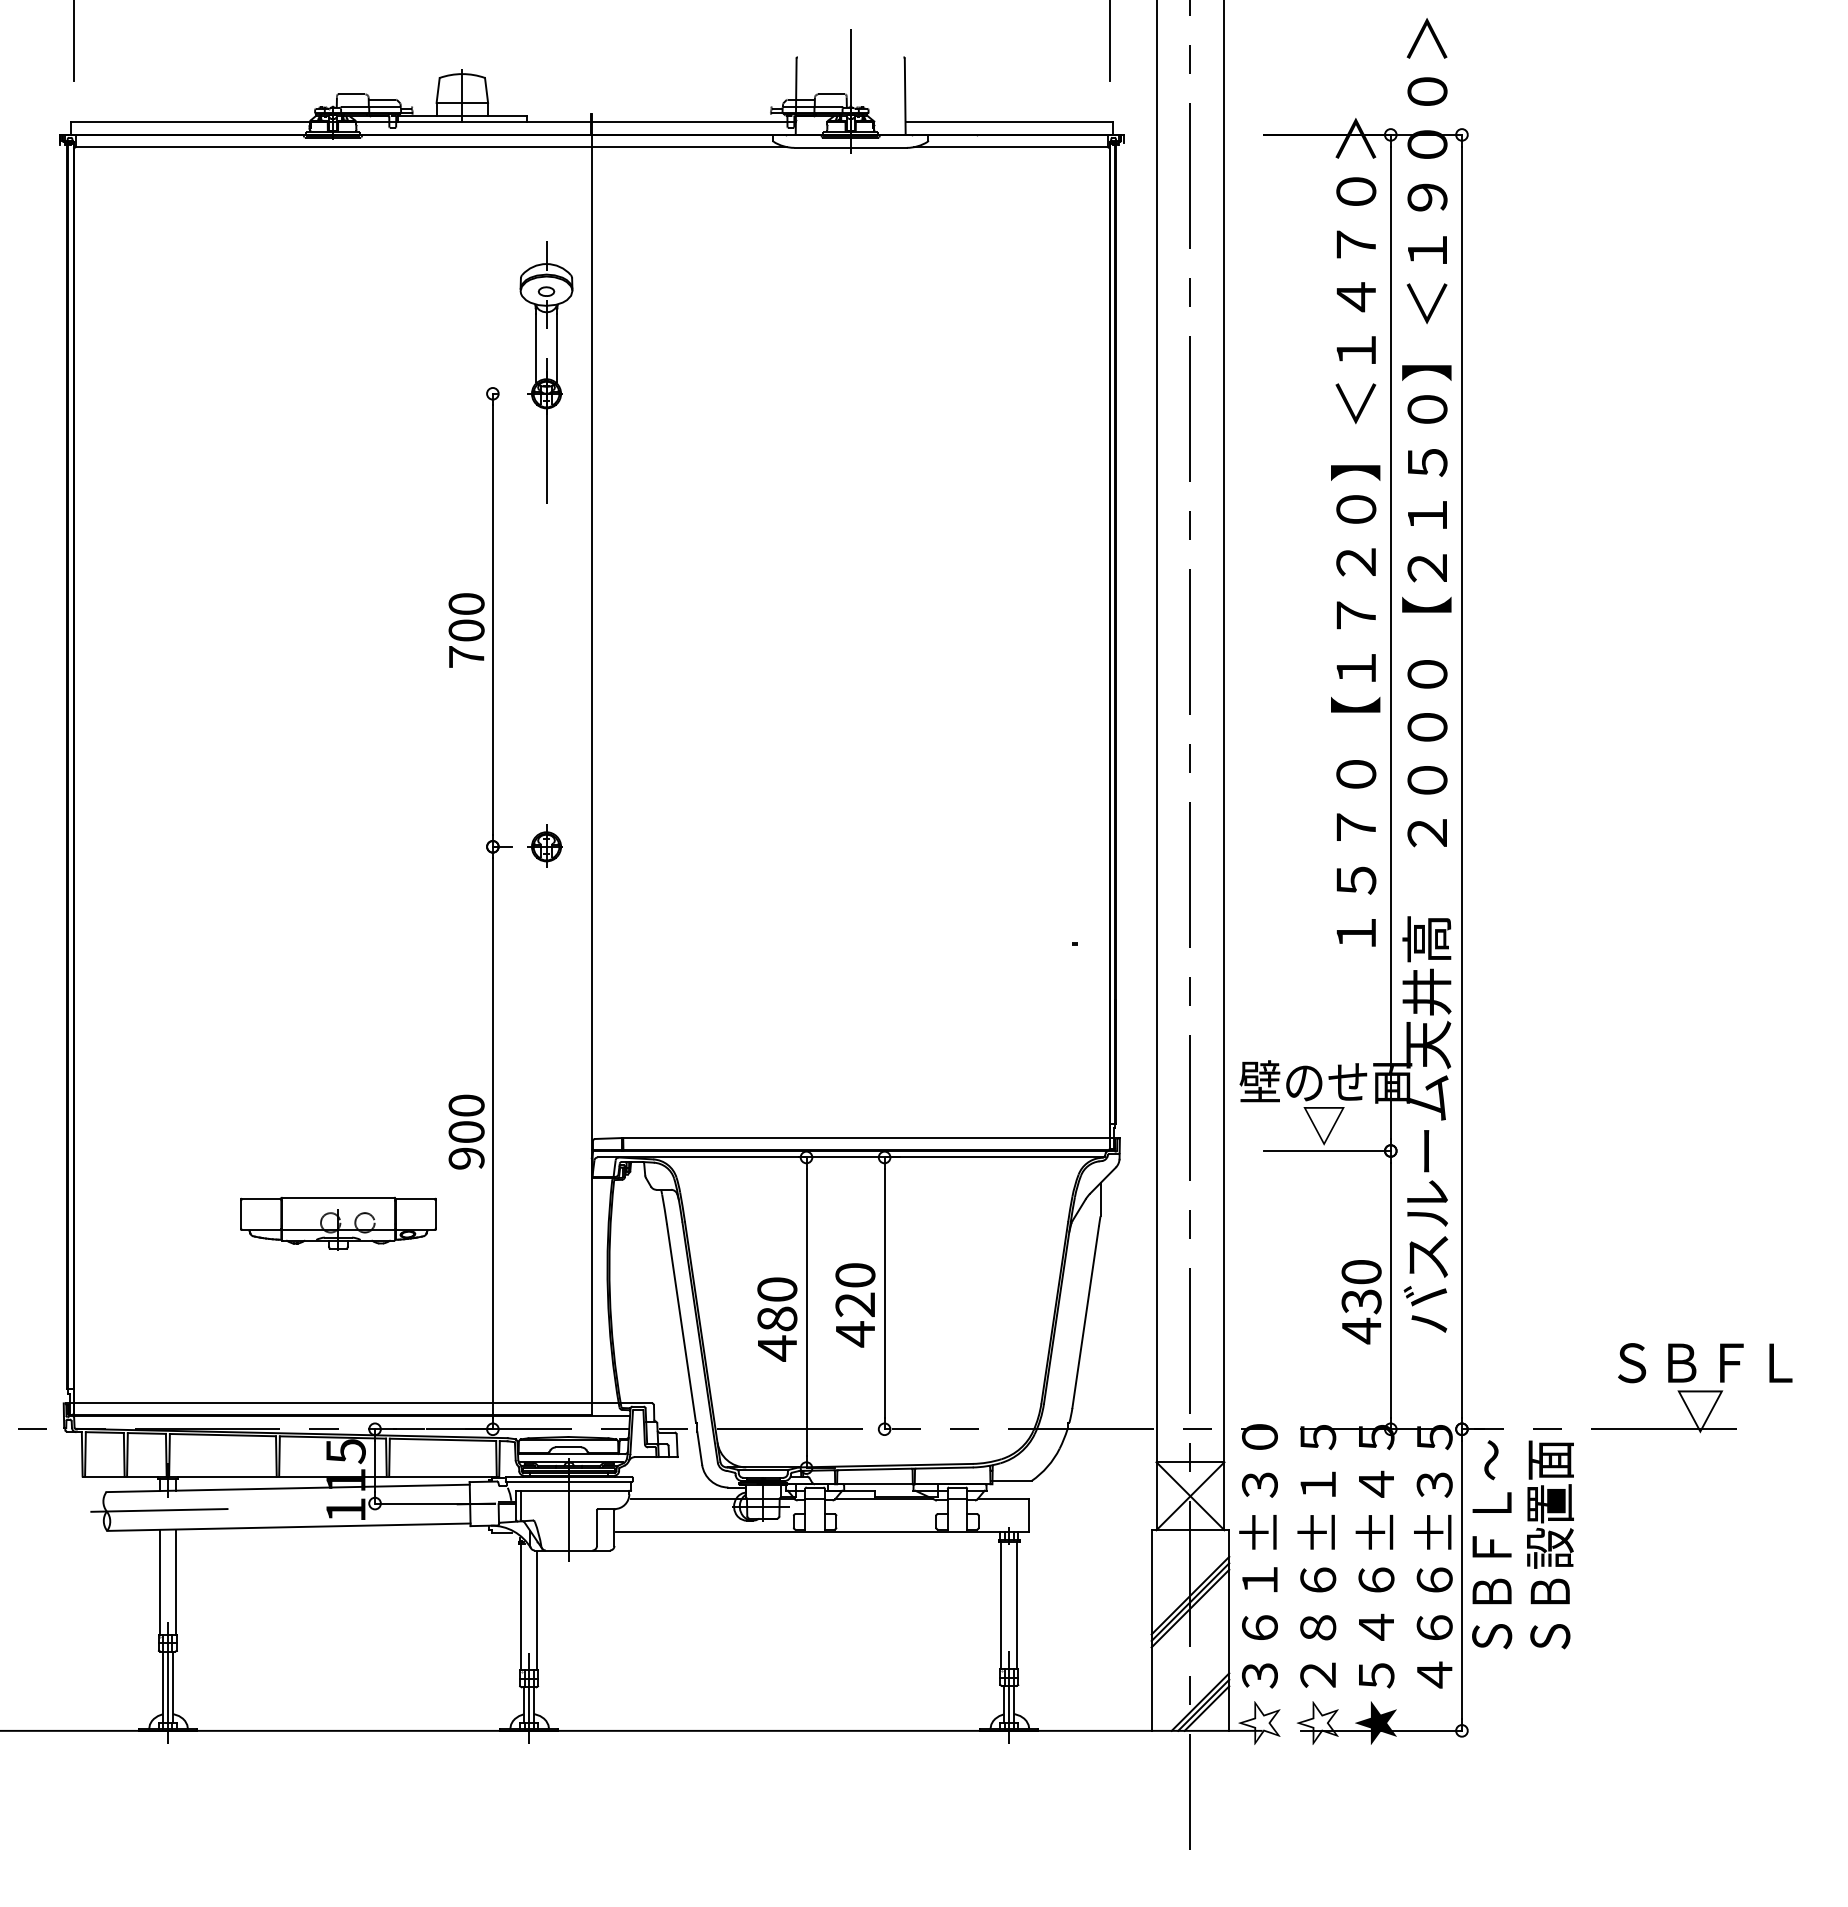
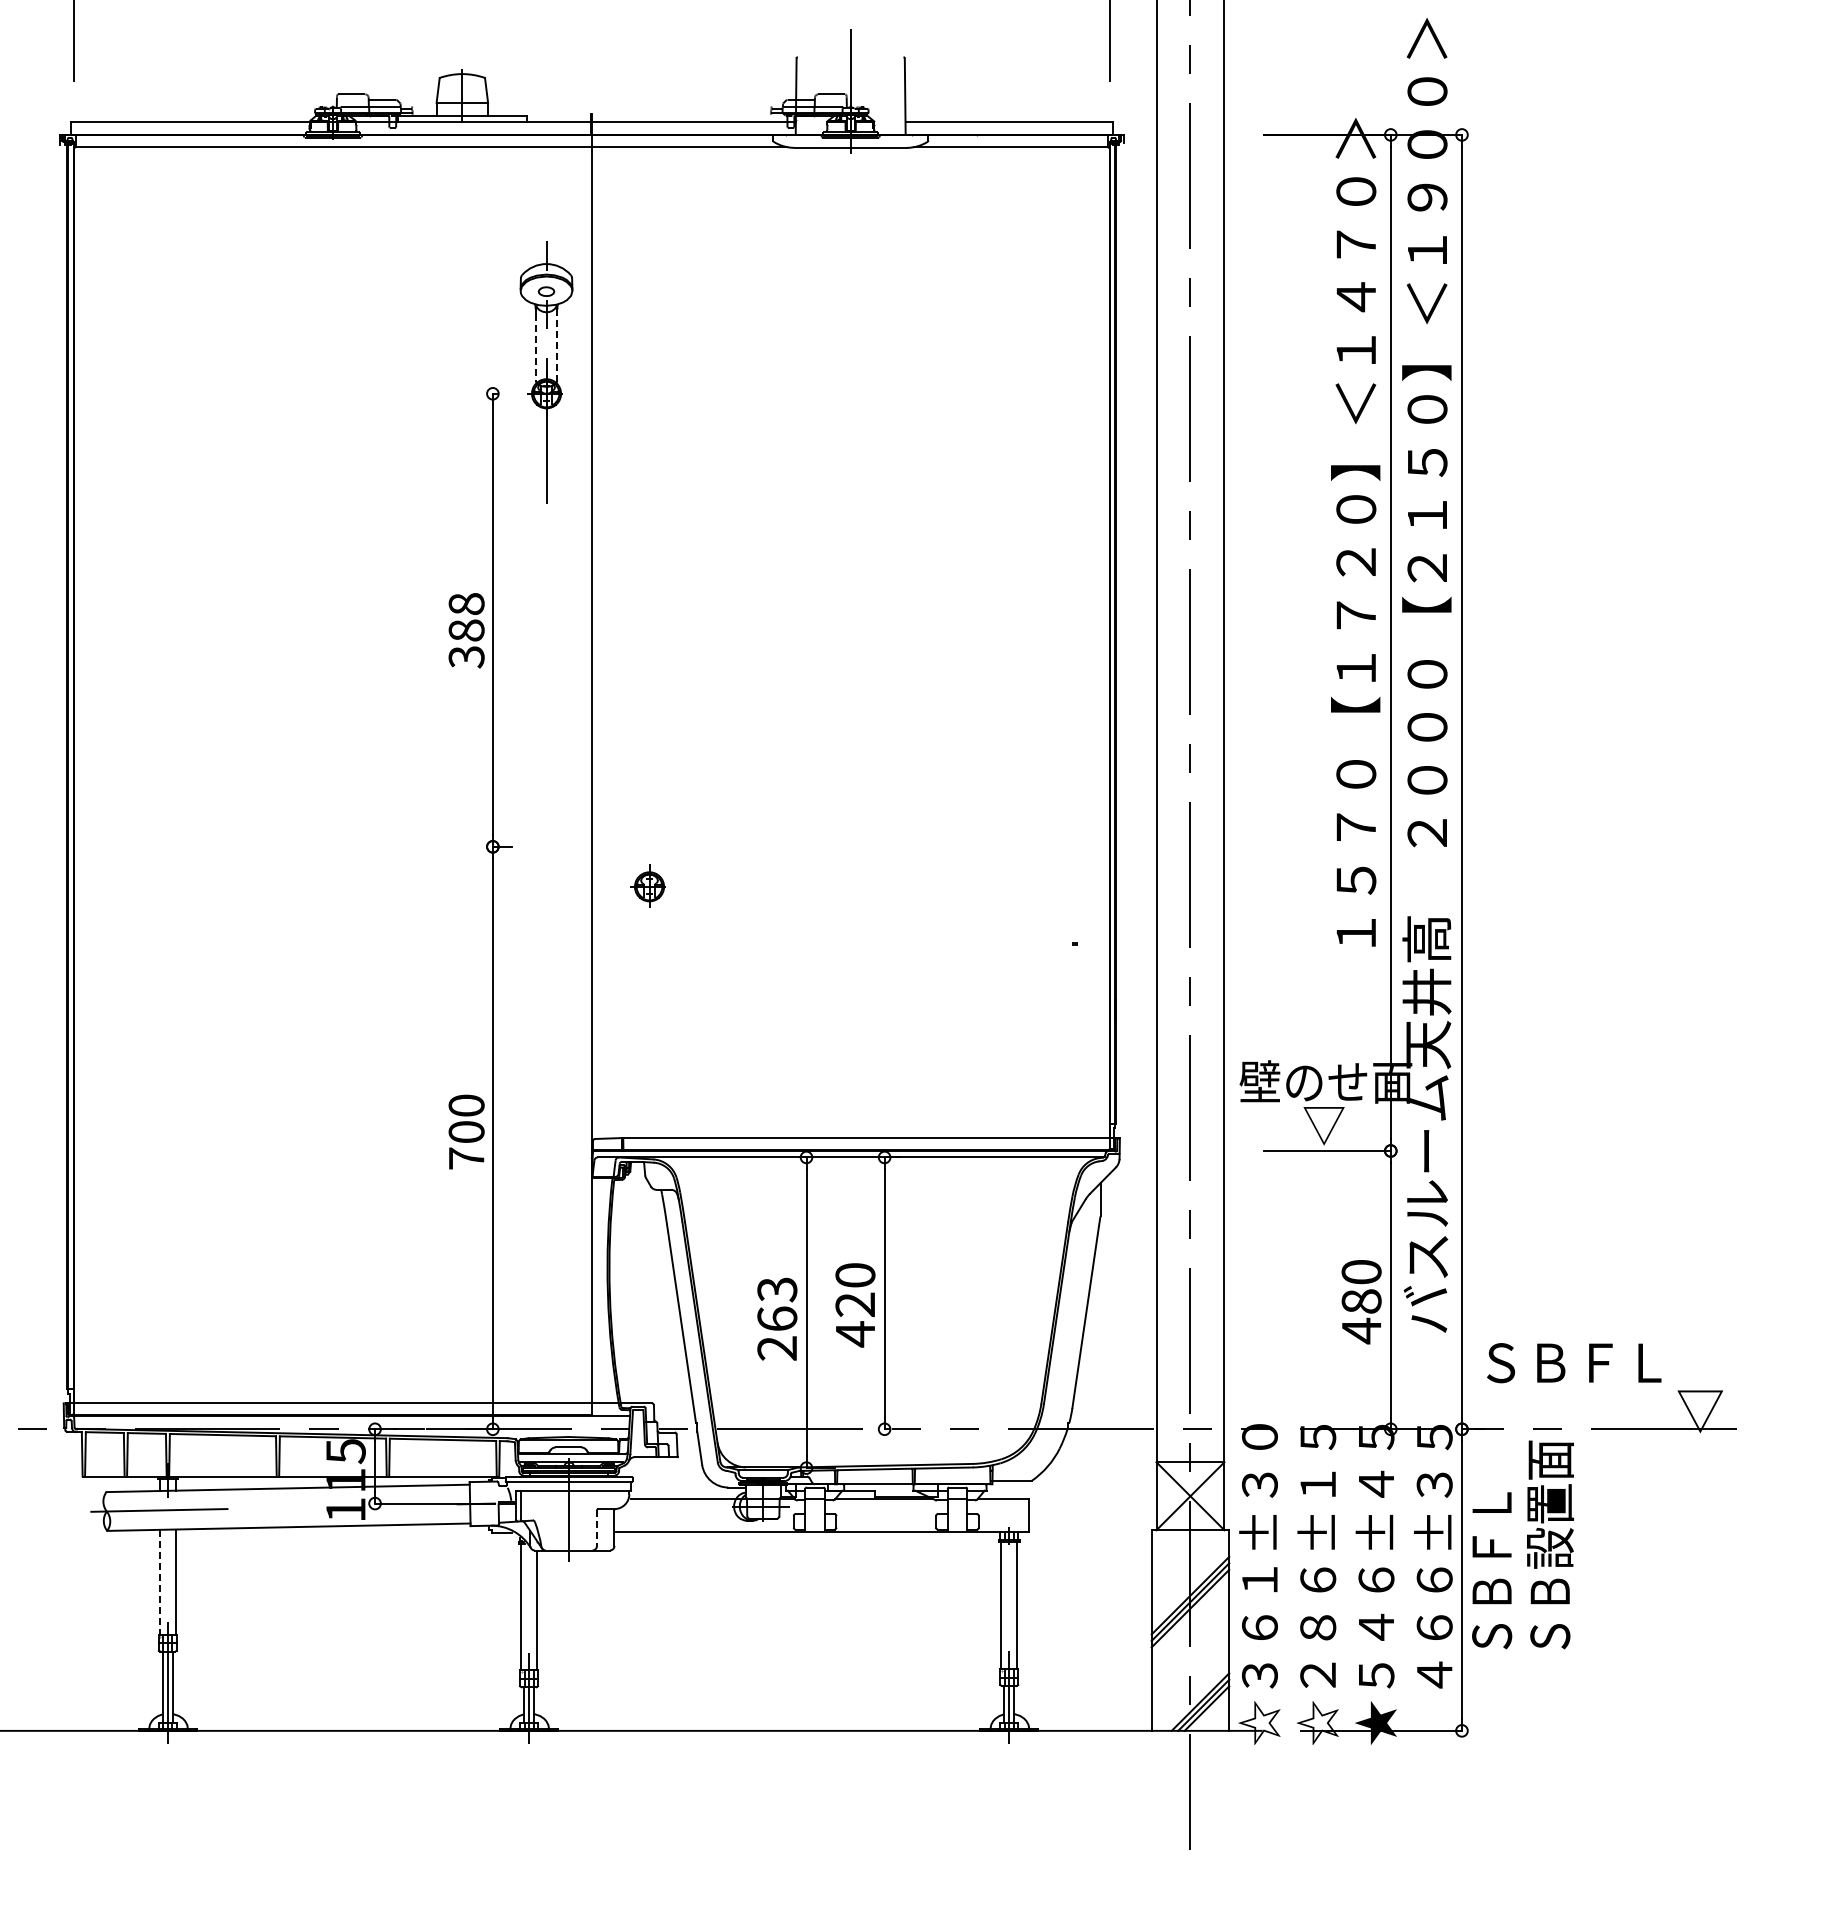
line at (535, 348): solid -> dashed
line at (557, 348): solid -> dashed
text at (466, 630): 700 -> 388
part at (544, 845) position: (544, 845) -> (647, 885)
text at (466, 1158): 900 -> 700
part at (338, 1223): present -> none
text at (1361, 1301): 430 -> 480
text at (777, 1319): 480 -> 263
text at (1705, 1363) position: (1705, 1363) -> (1574, 1363)
text at (1491, 1460): ＳＢＦＬ～ -> ＳＢＦＬ
line at (597, 1528): solid -> dashed
line at (159, 1582): solid -> dashed
